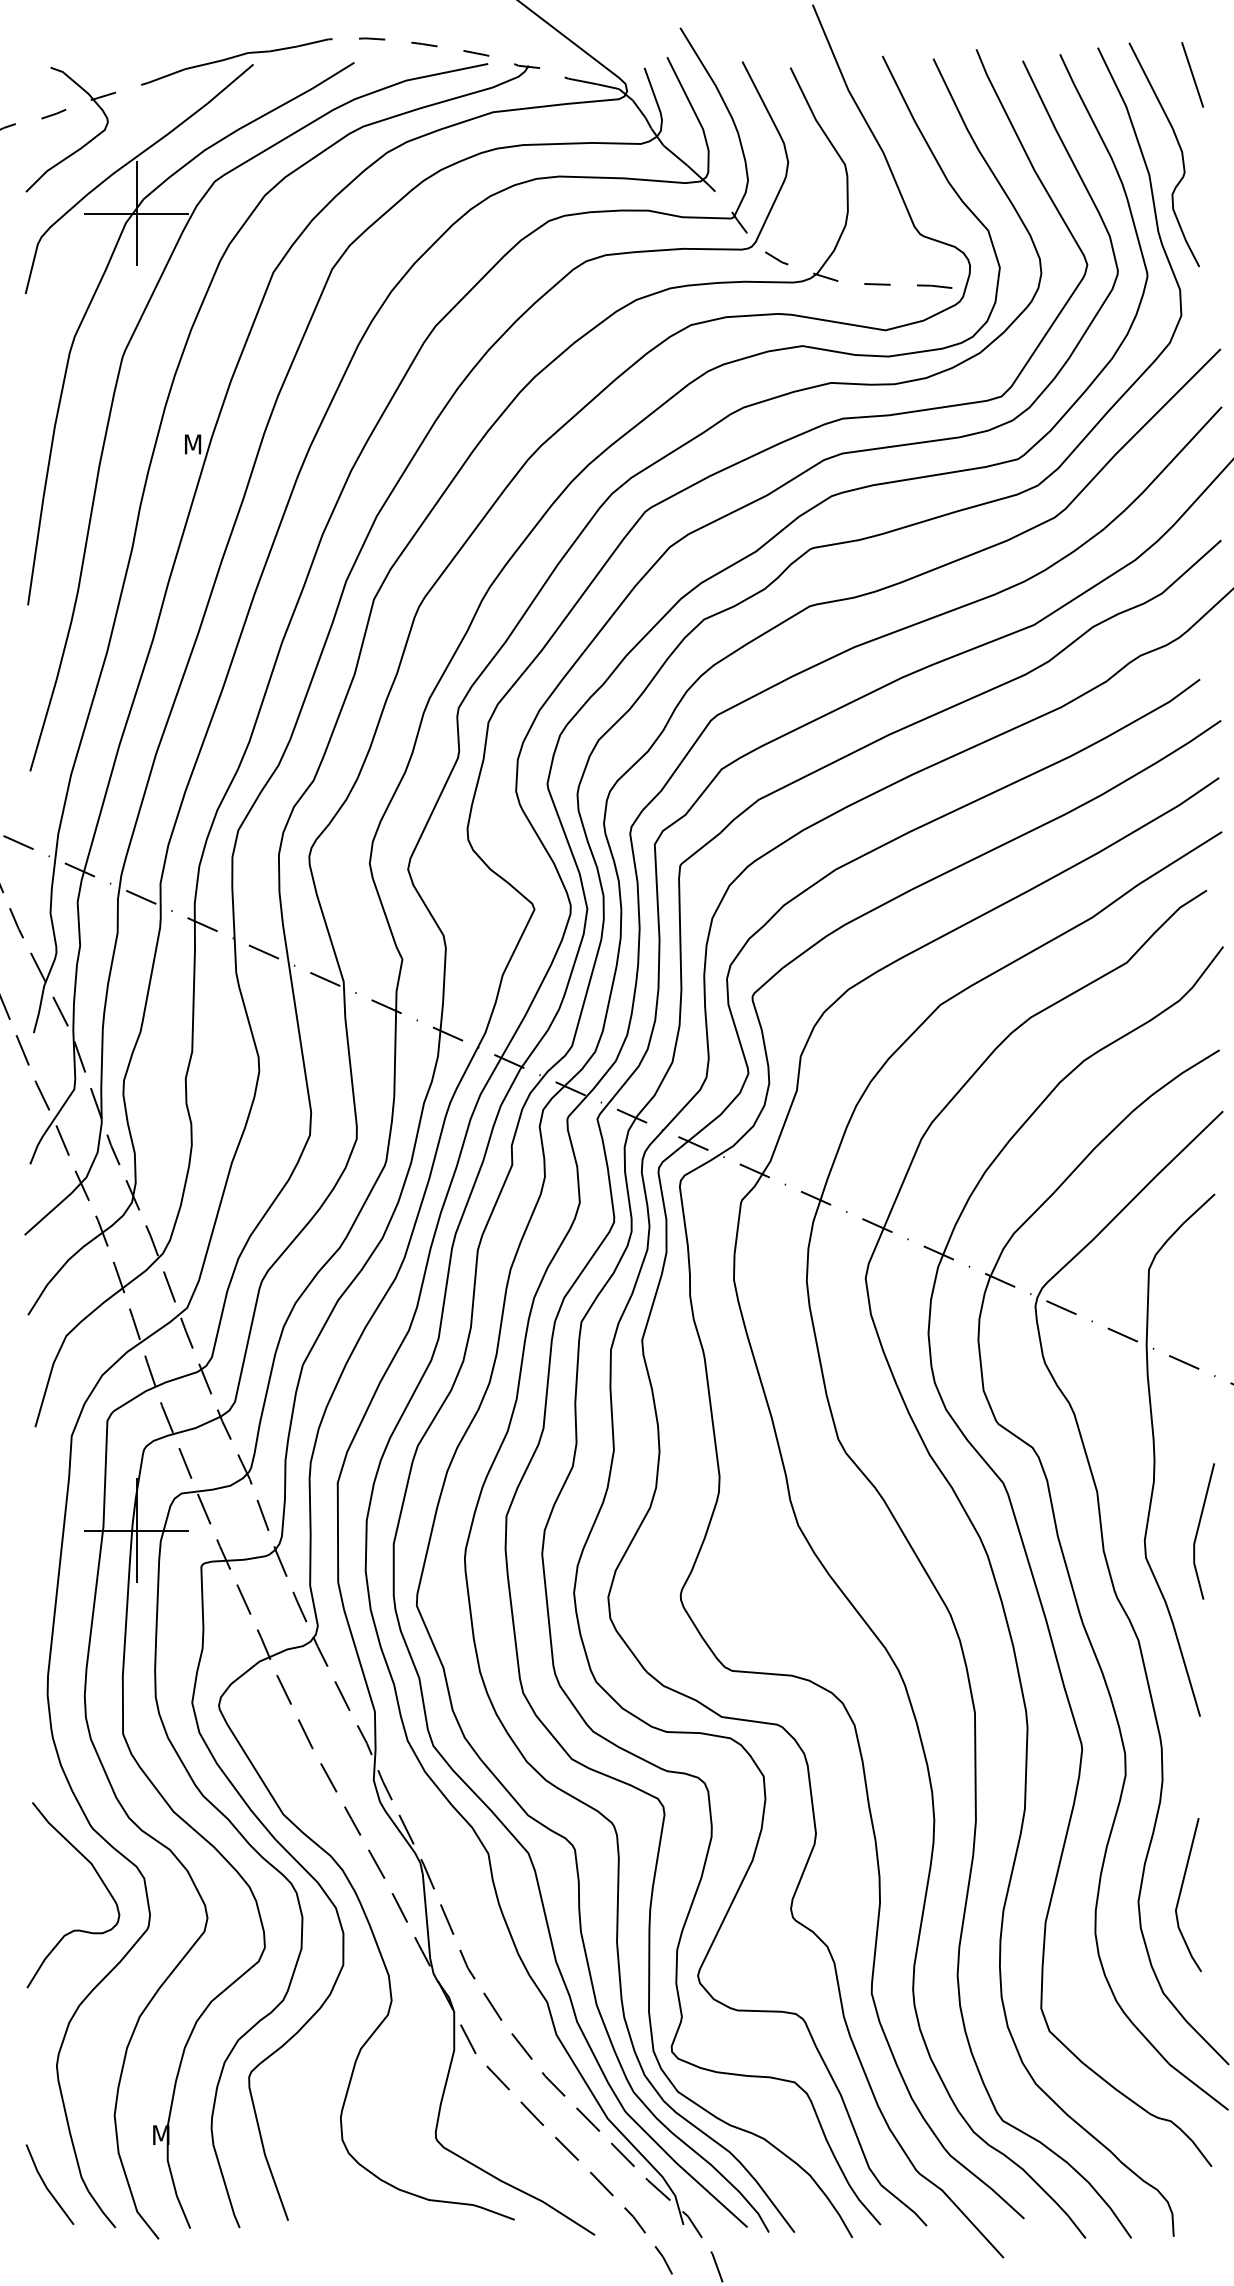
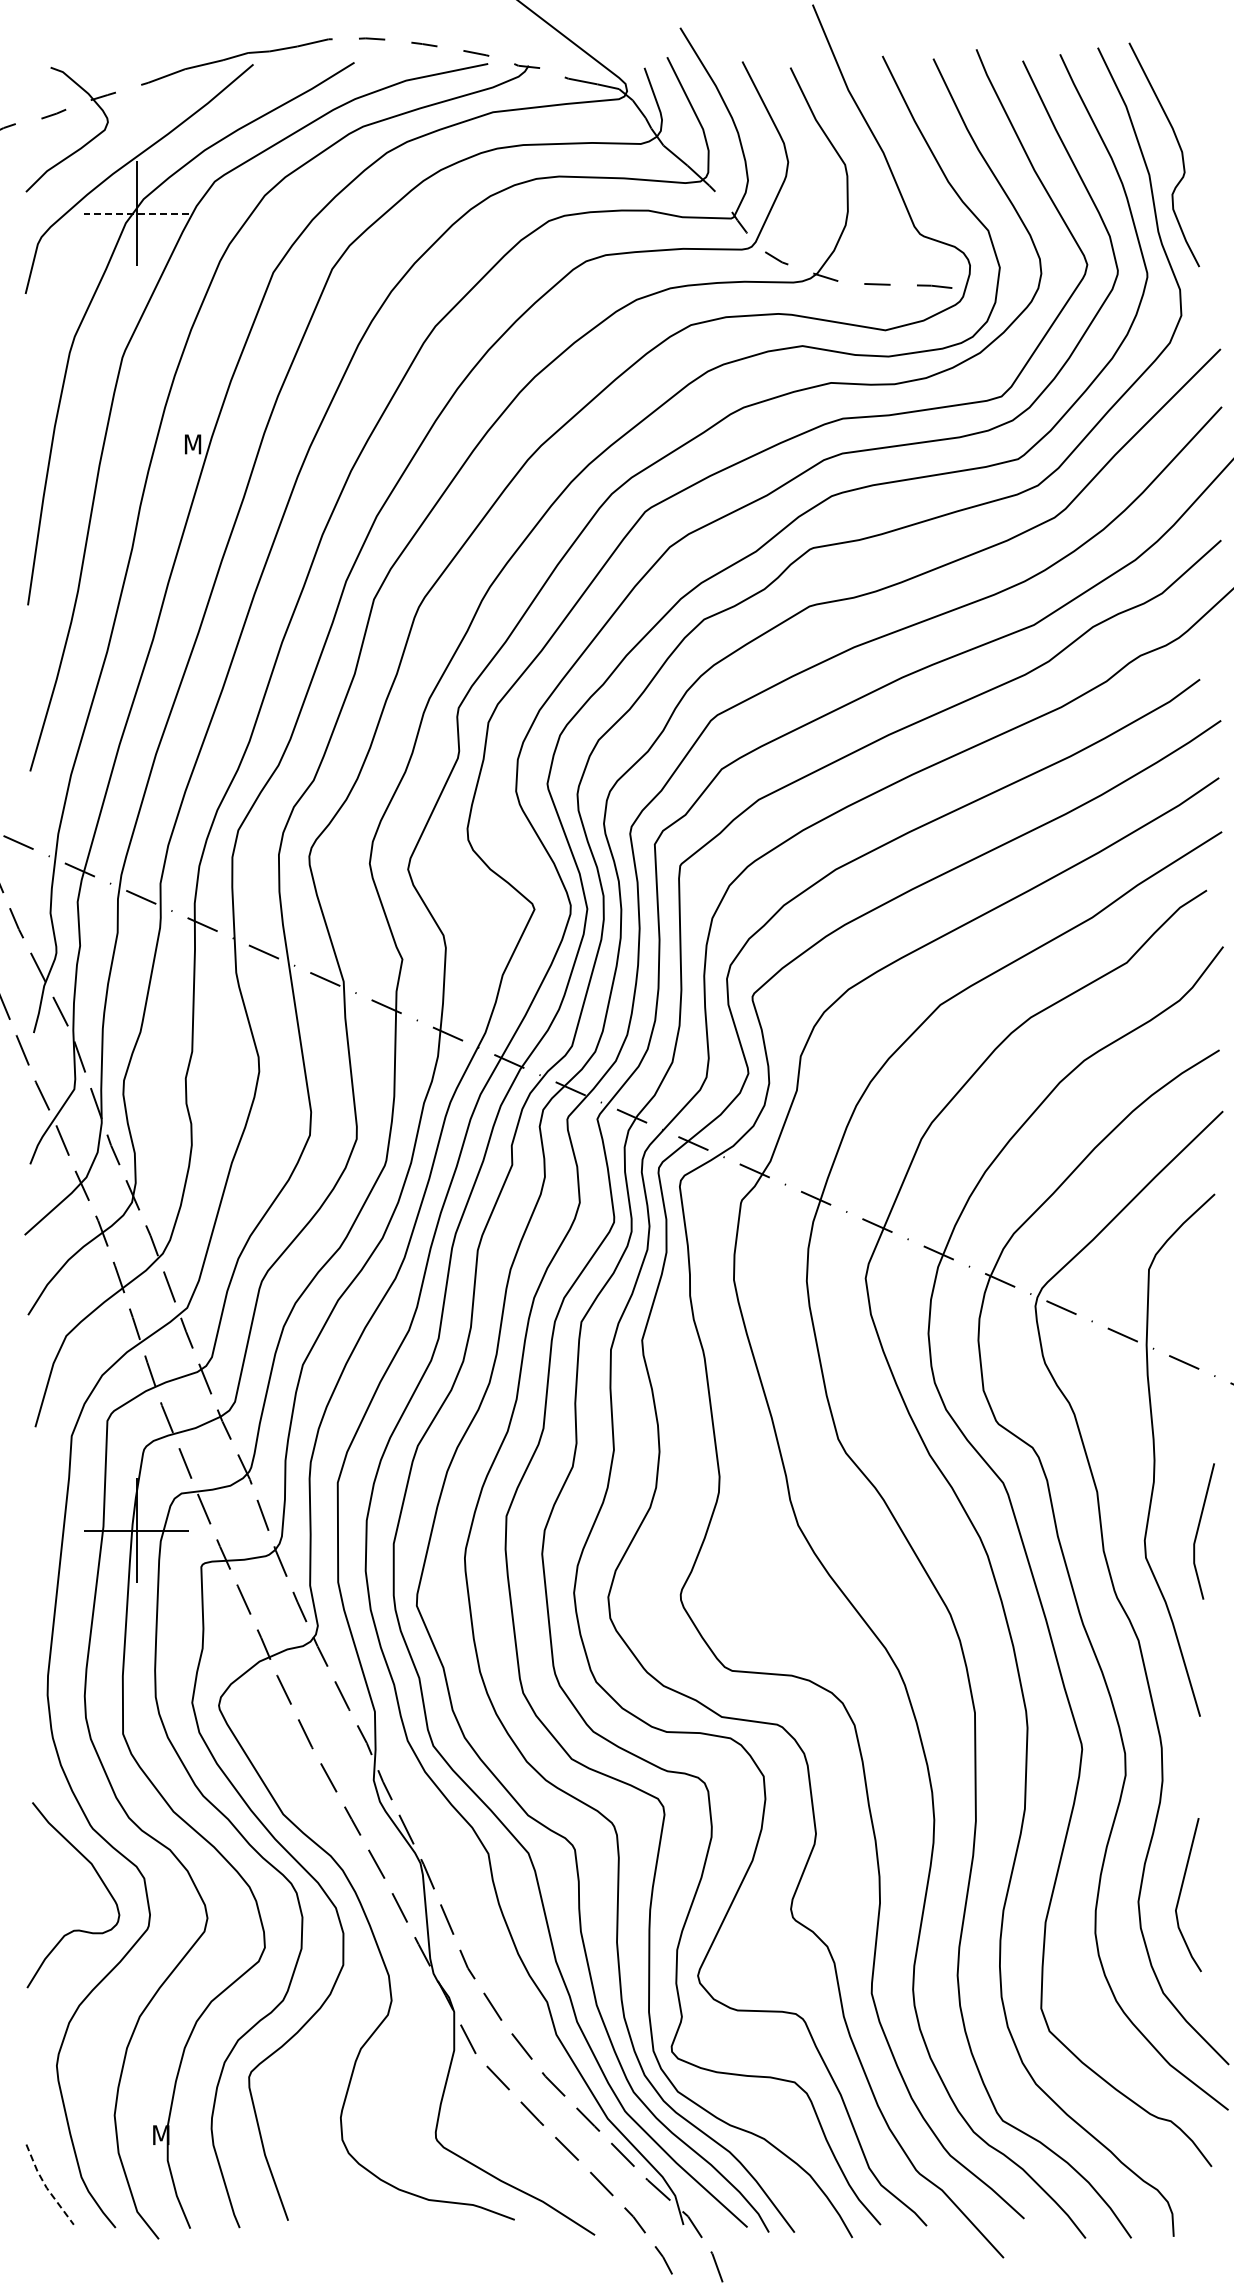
line at (1192, 74): present -> none
line at (136, 213): solid -> dashed
line at (46, 2187): solid -> dashed
